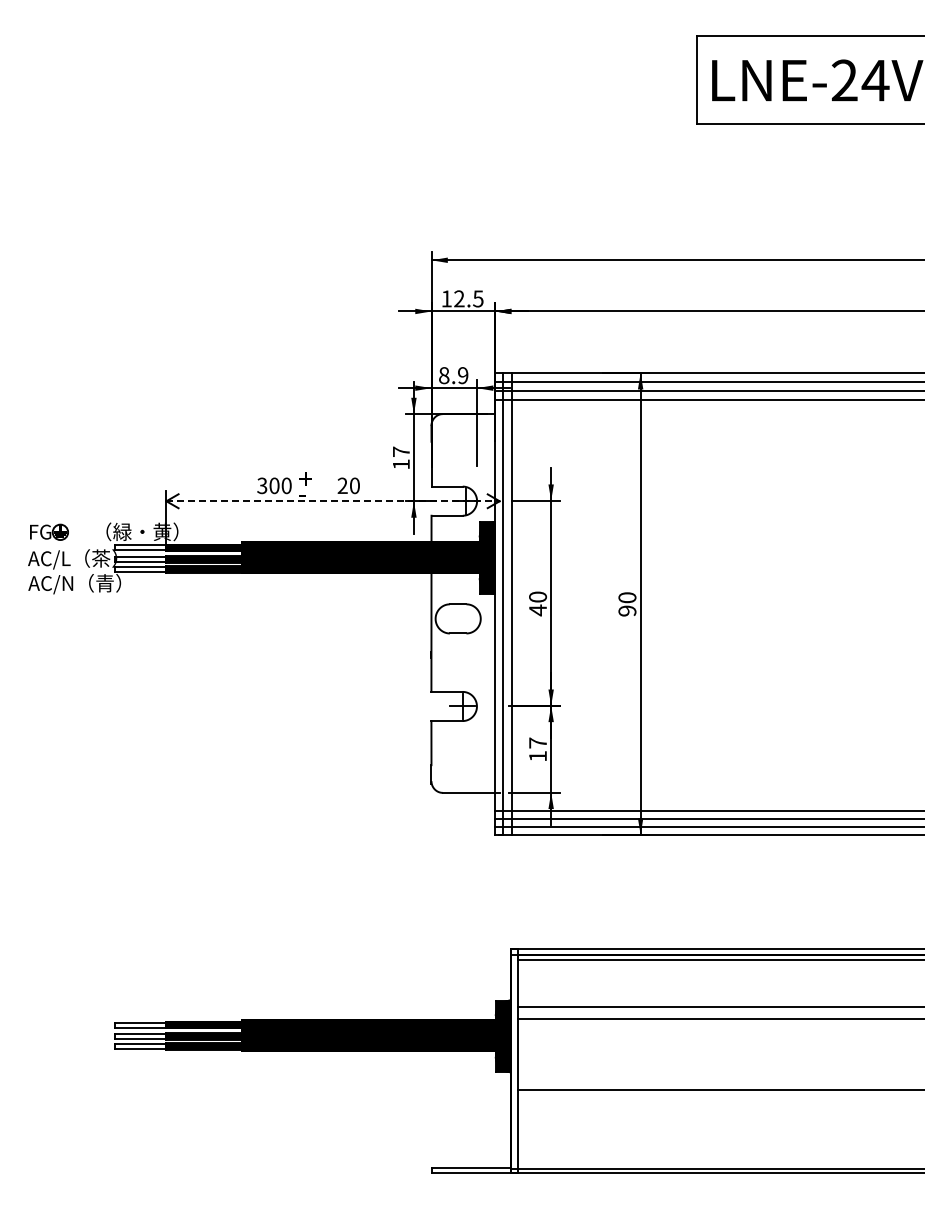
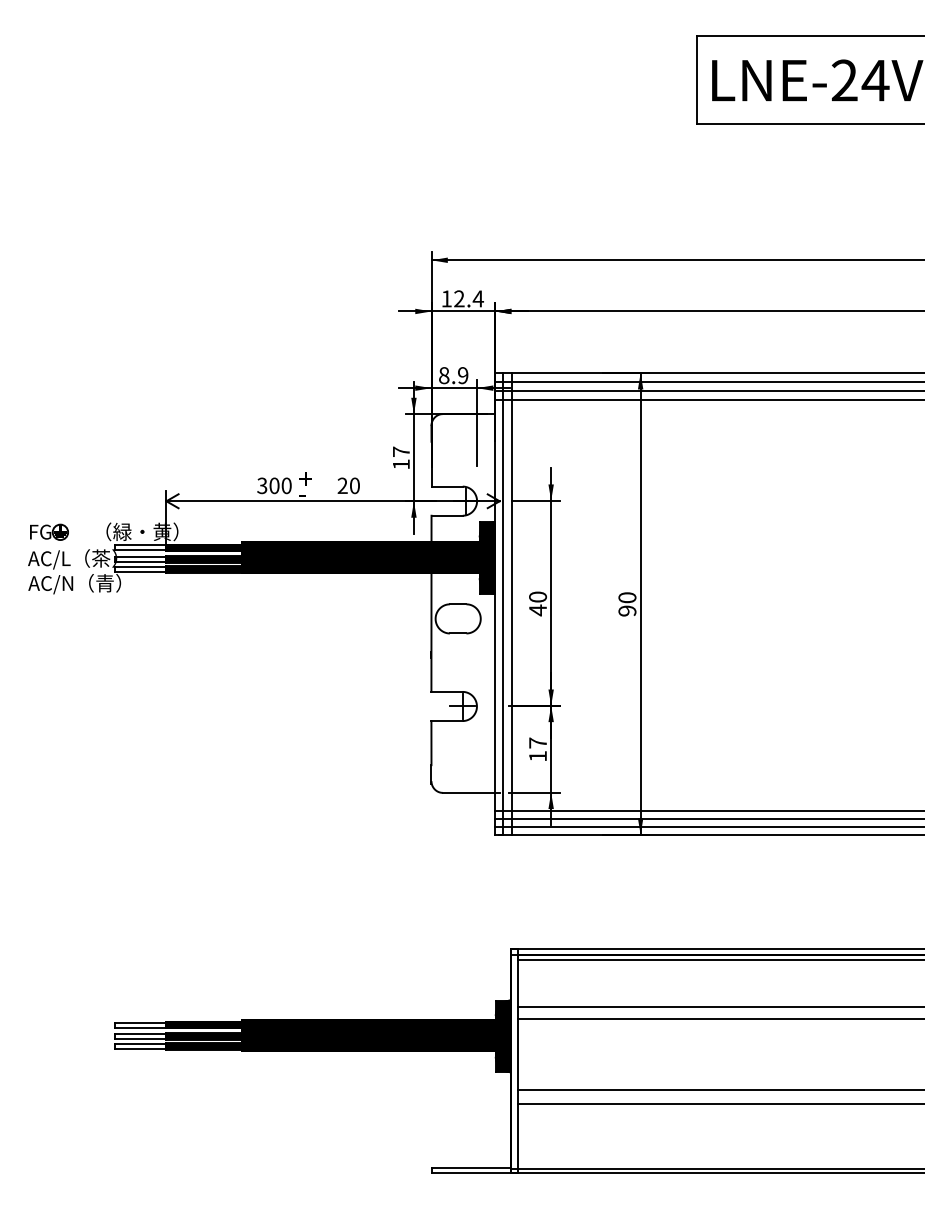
text at (477, 298): 12.5 -> 12.4
line at (333, 501): dashed -> solid
line at (719, 1103): none -> present
